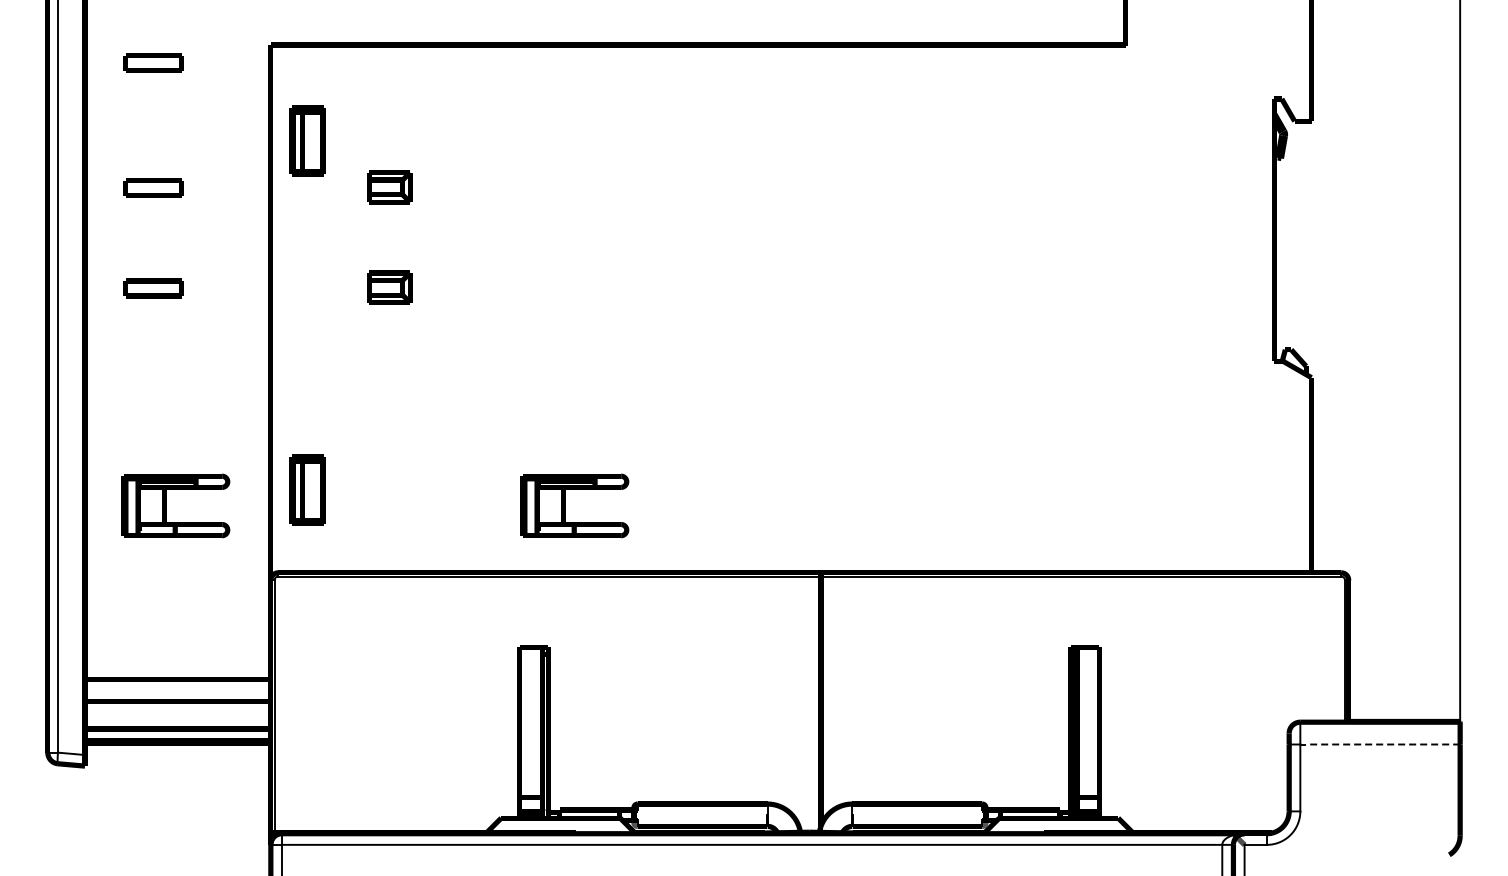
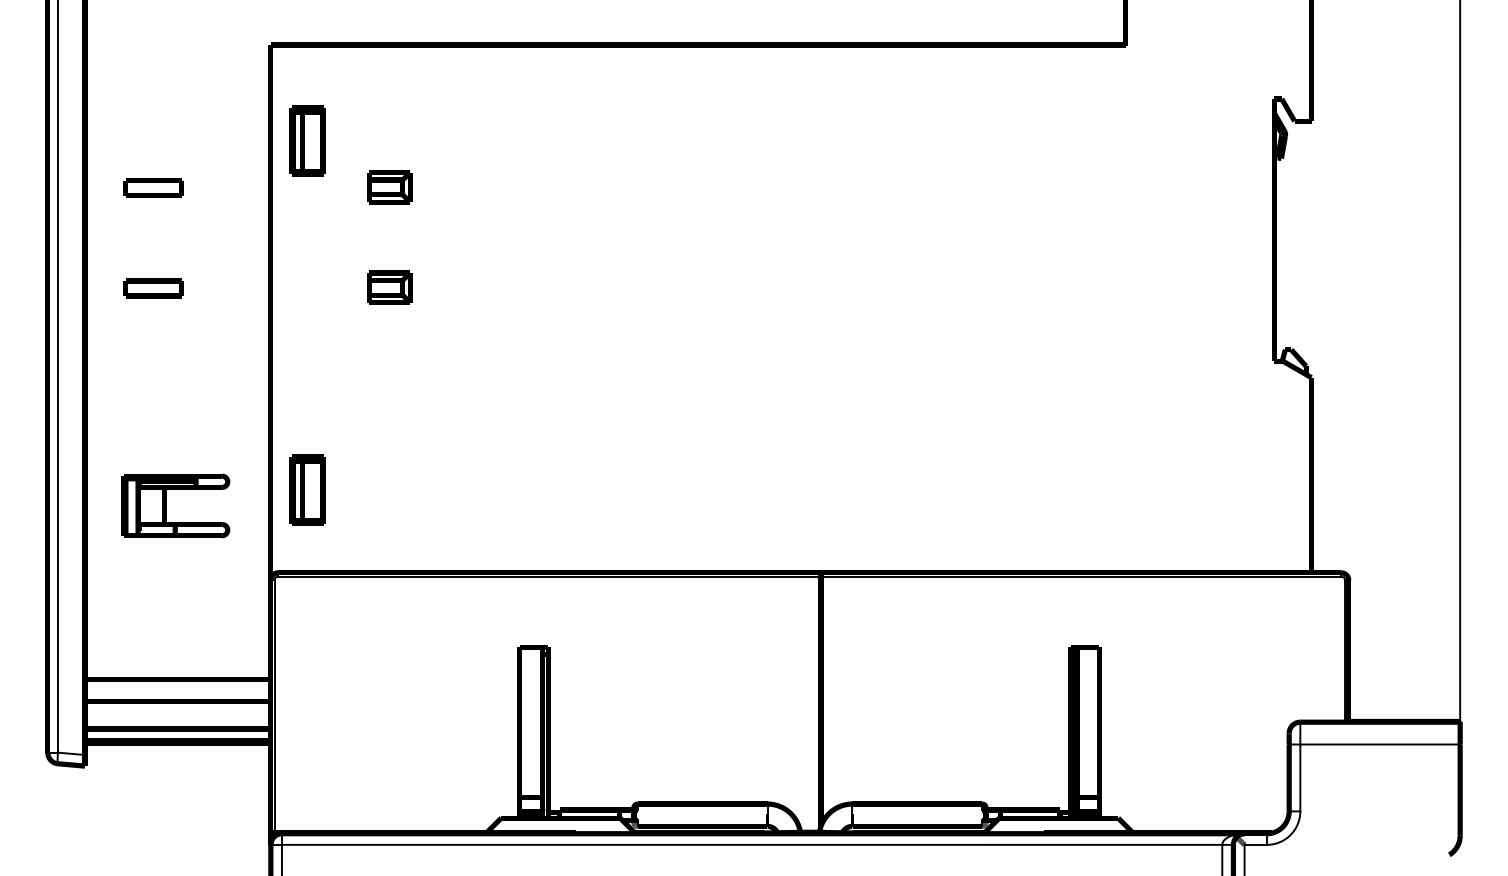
part at (153, 62): present -> none
part at (565, 505): present -> none
line at (1380, 744): dashed -> solid
